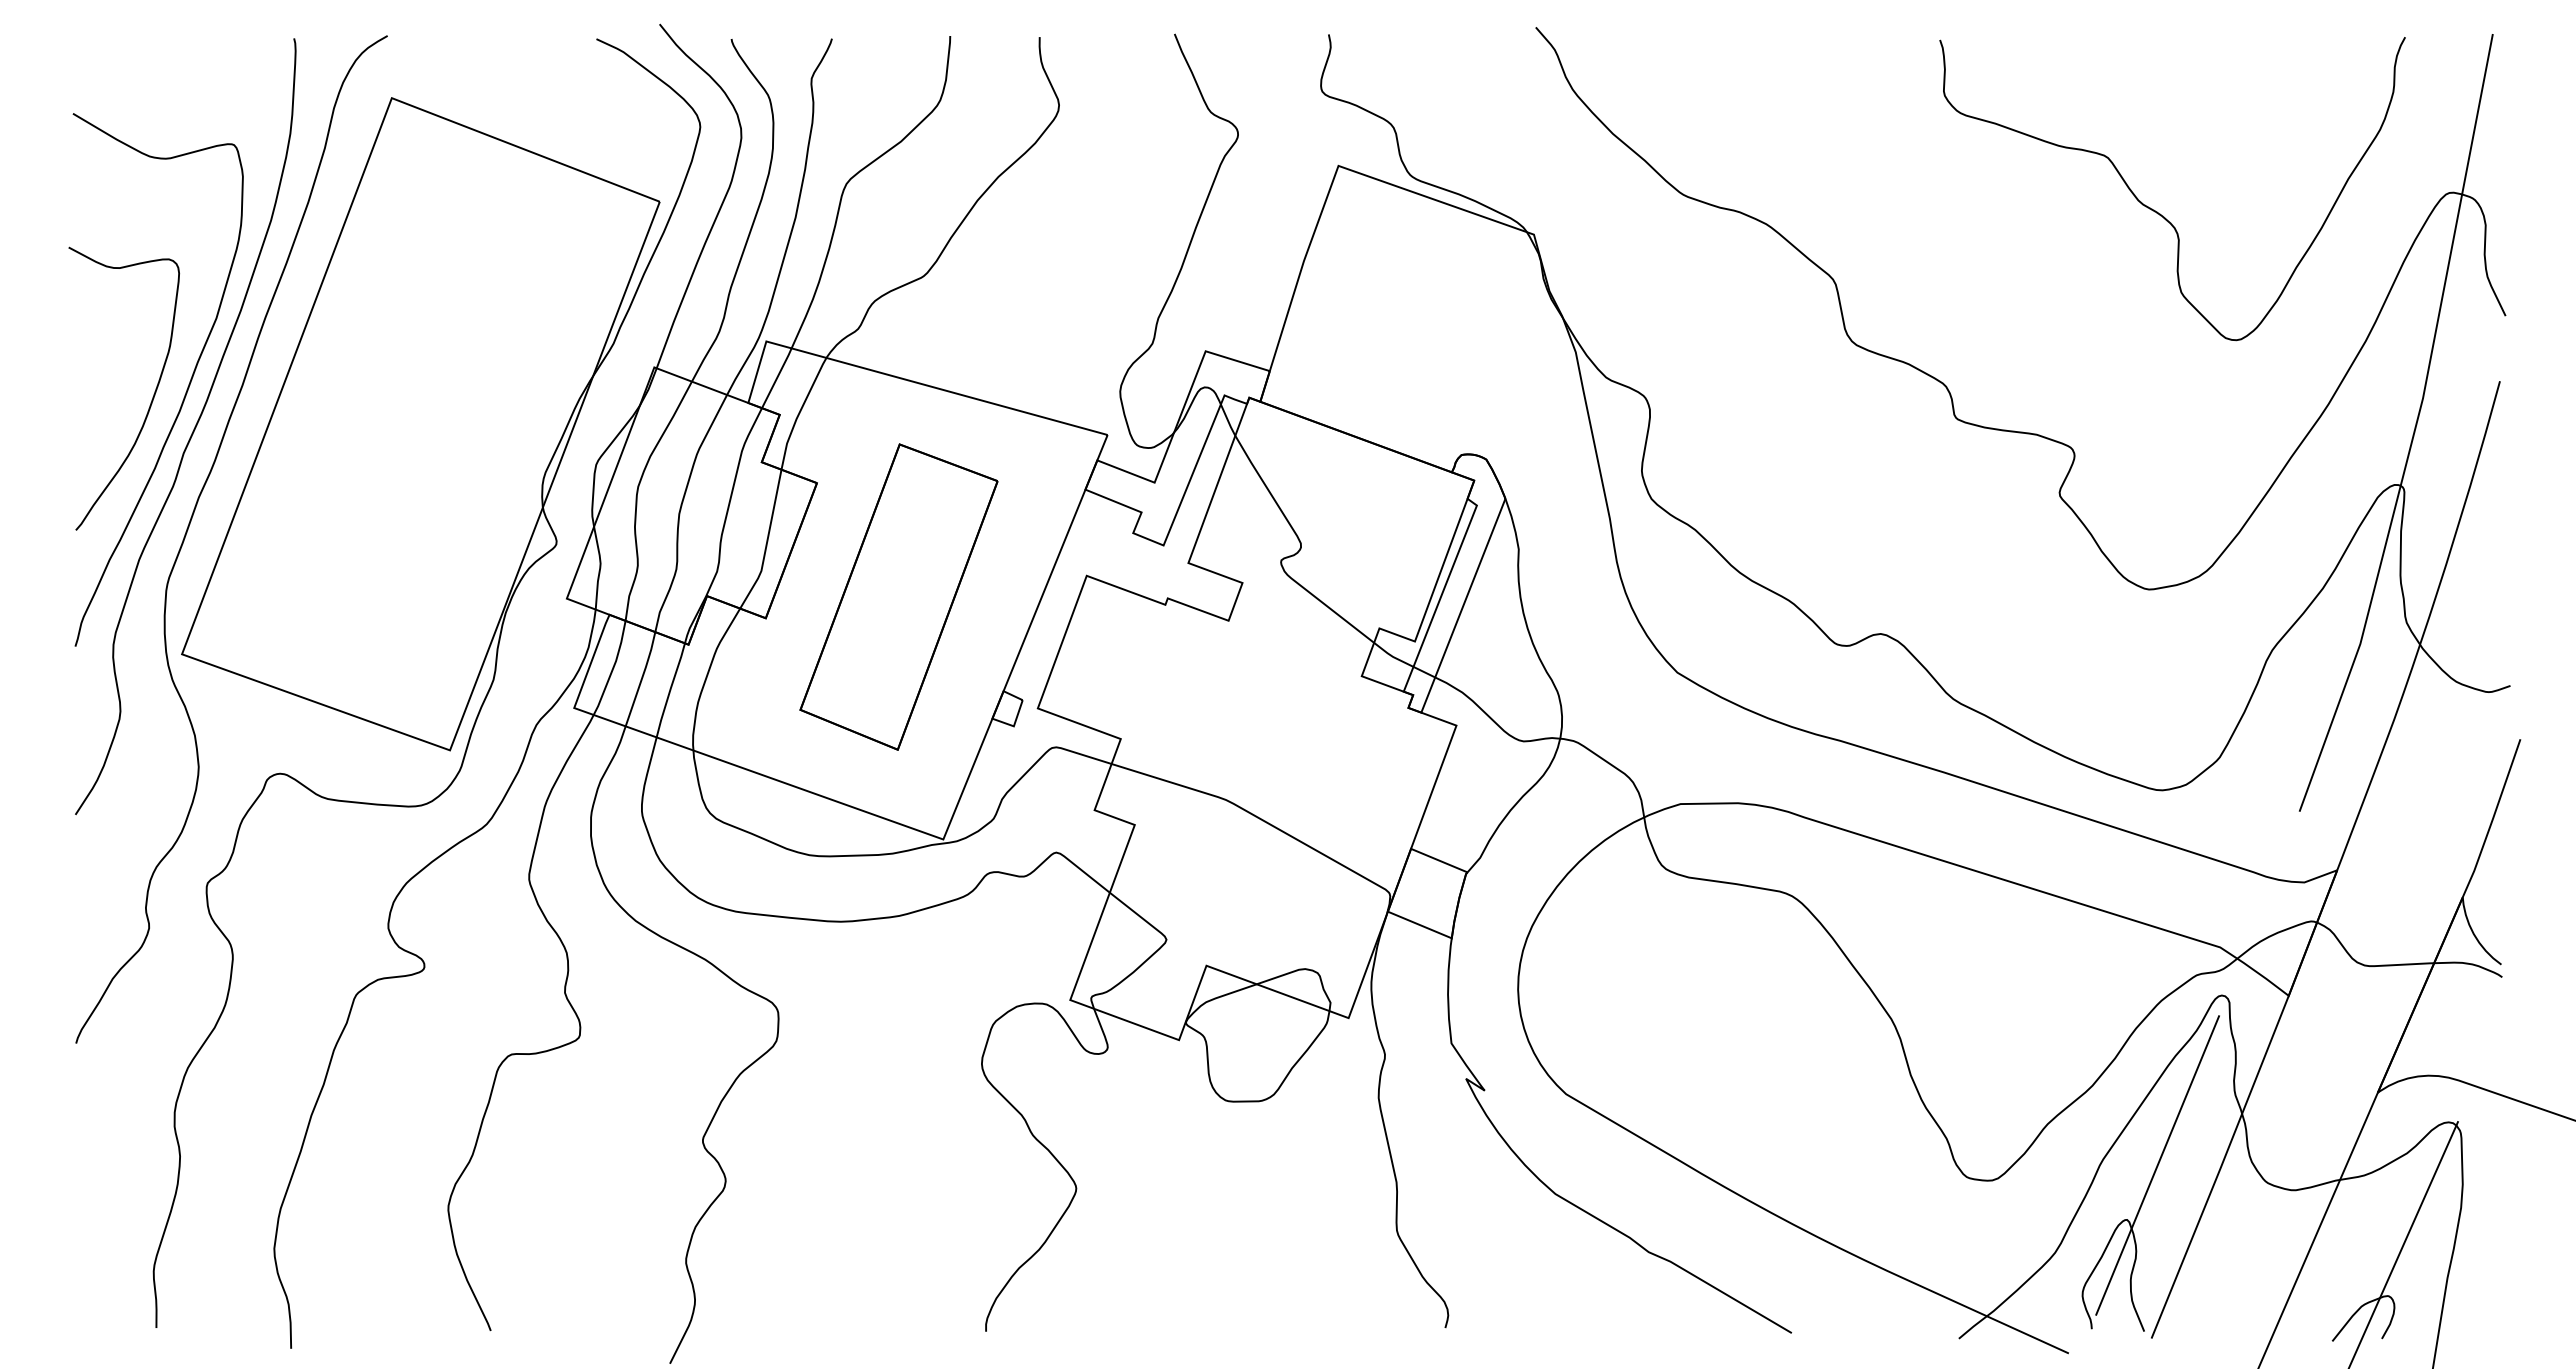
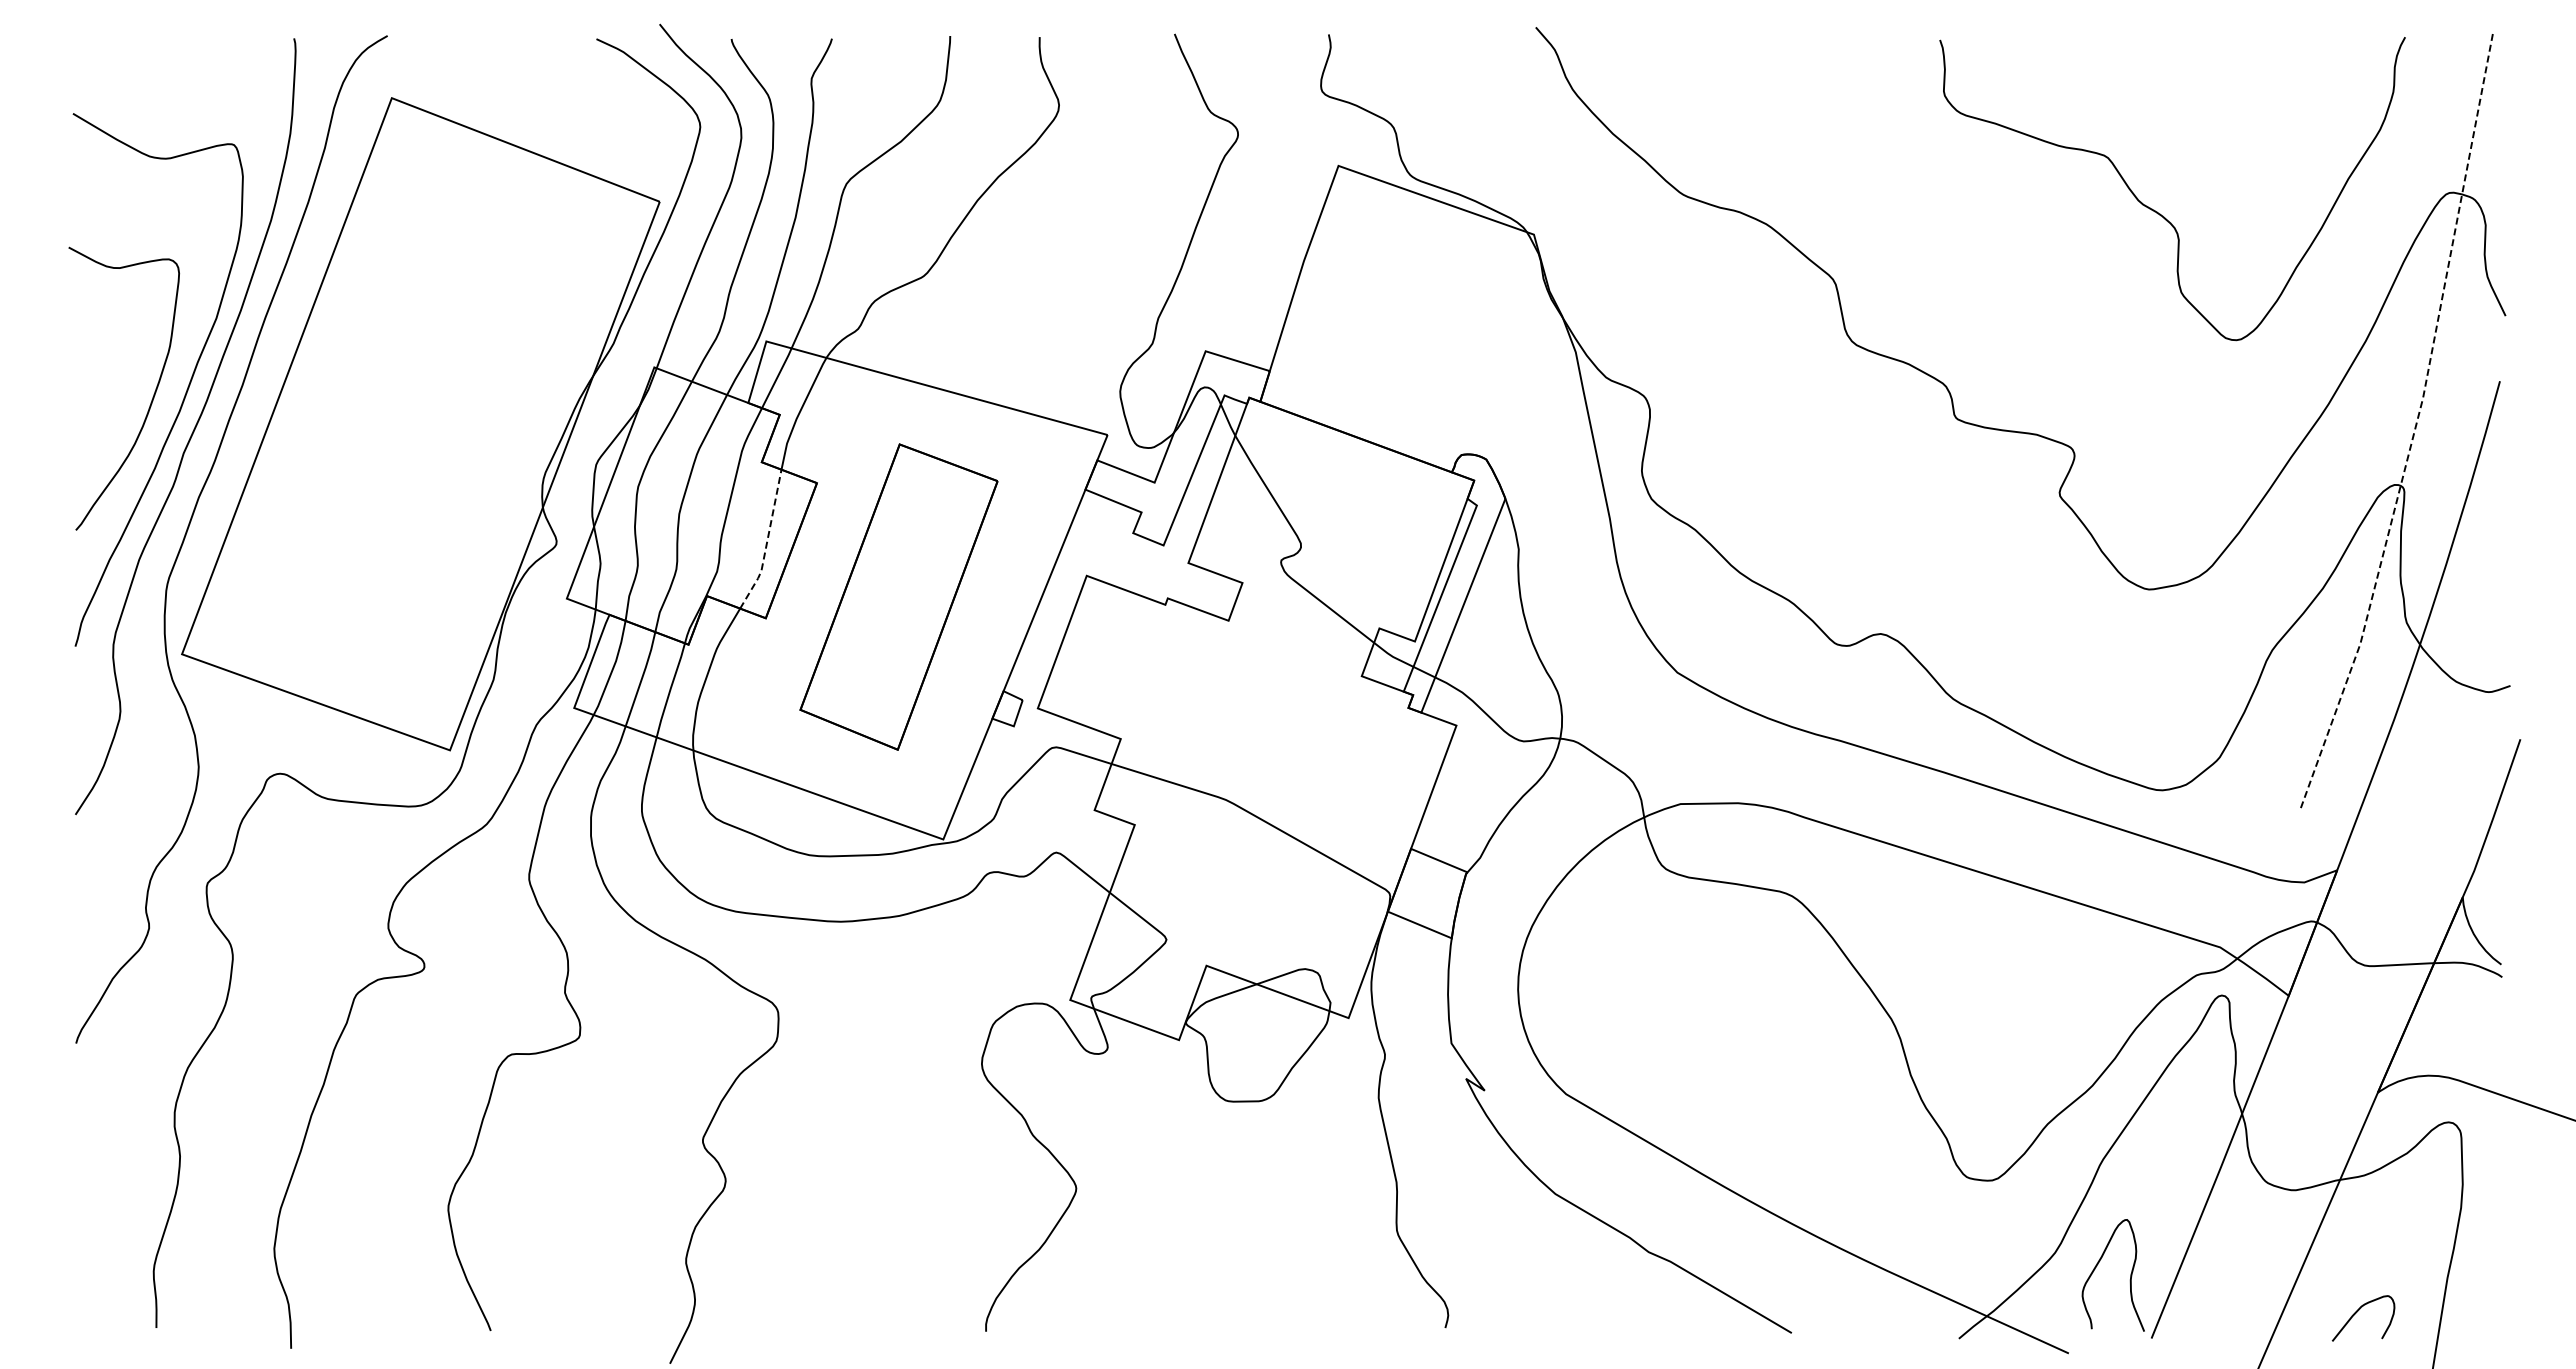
line at (2415, 428): solid -> dashed
line at (767, 542): solid -> dashed
line at (2157, 1165): present -> none
line at (2403, 1243): present -> none
